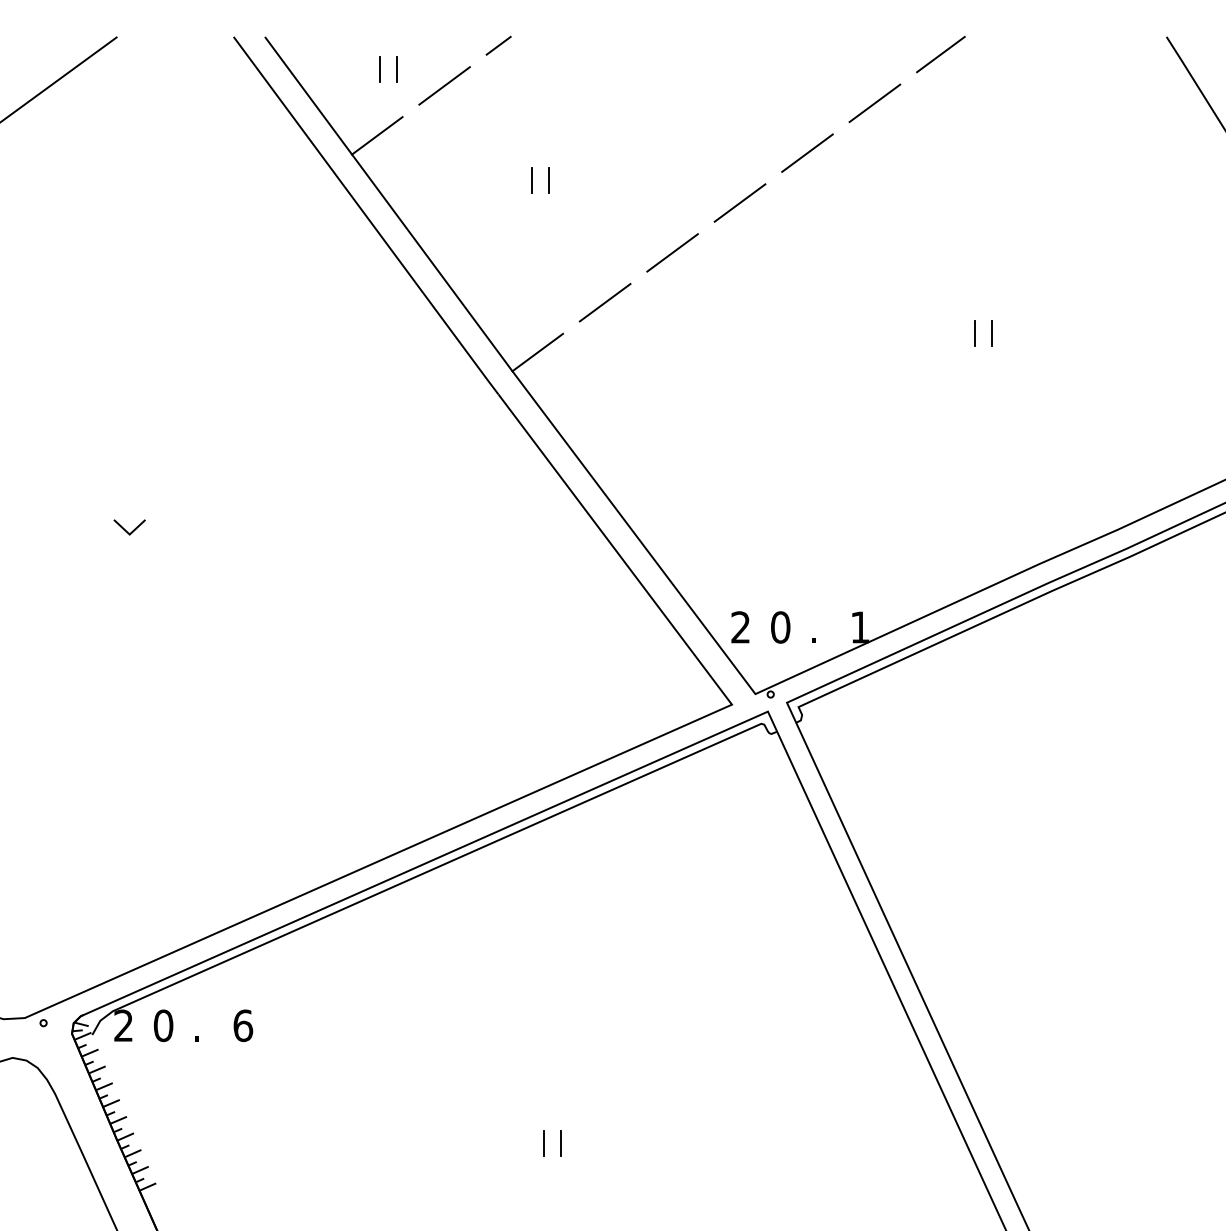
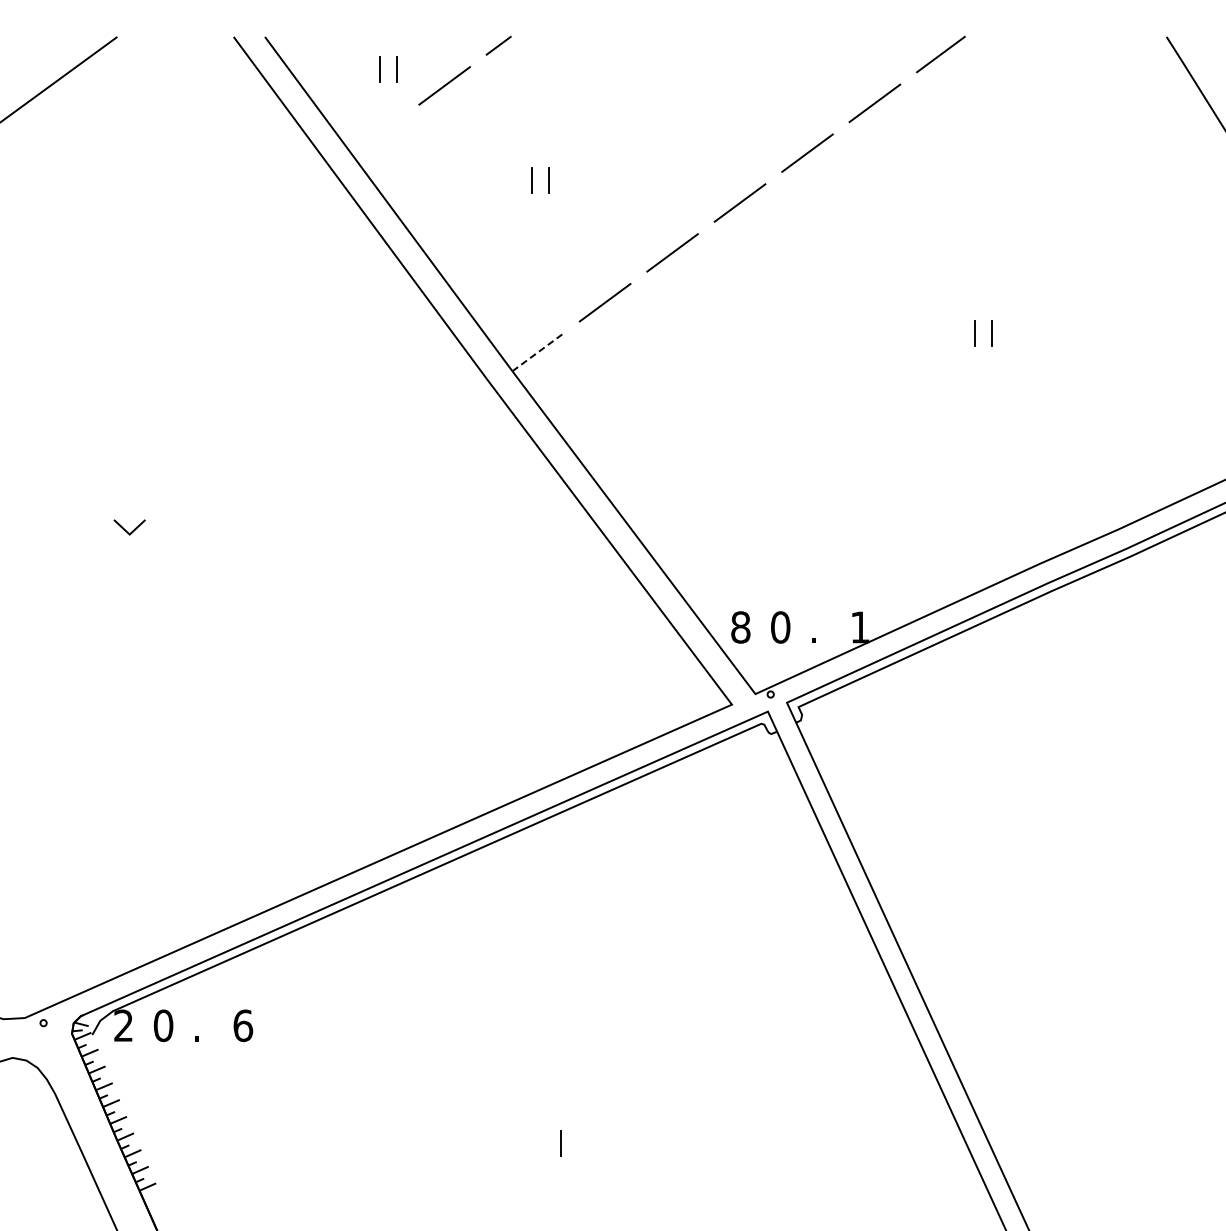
line at (377, 135): present -> none
line at (538, 352): solid -> dashed
text at (740, 627): 2 -> 8
line at (544, 1142): present -> none
